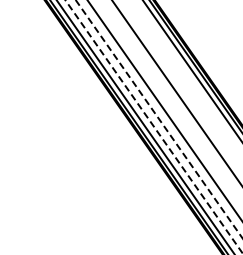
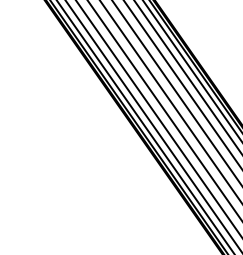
line at (187, 76): none -> present
line at (182, 83): none -> present
line at (170, 100): none -> present
line at (159, 119): dashed -> solid
line at (154, 126): dashed -> solid
